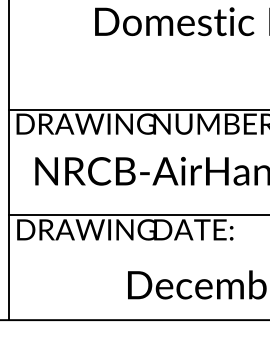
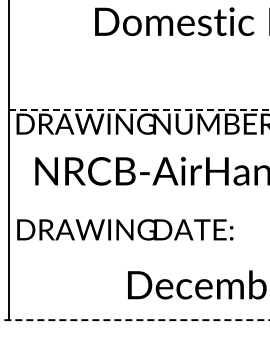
line at (139, 109): solid -> dashed
line at (137, 214): present -> none
line at (135, 320): solid -> dashed
